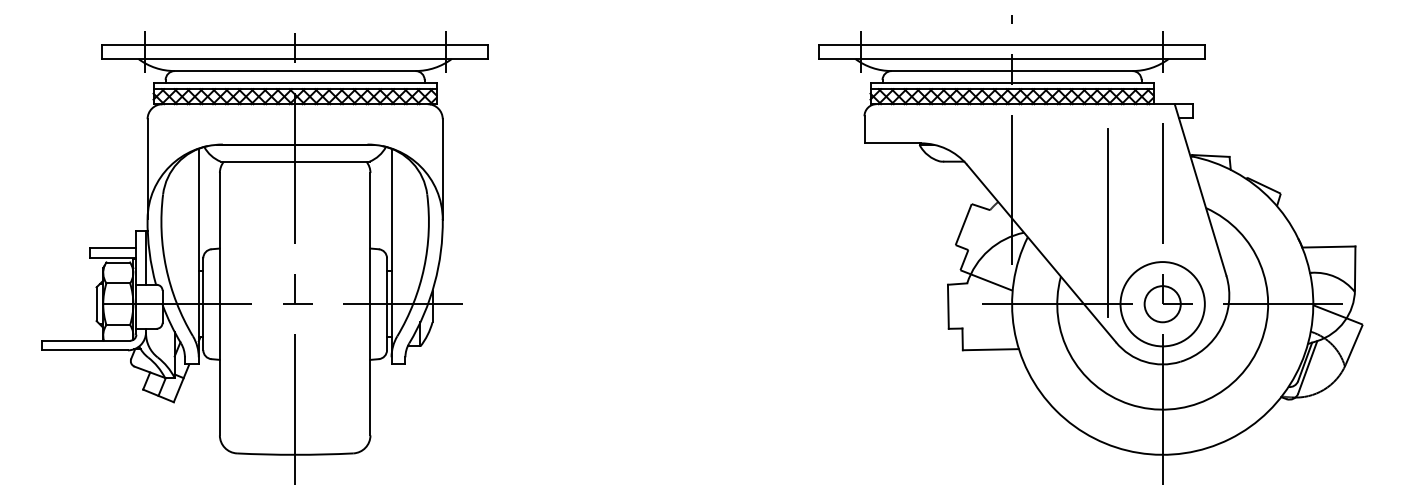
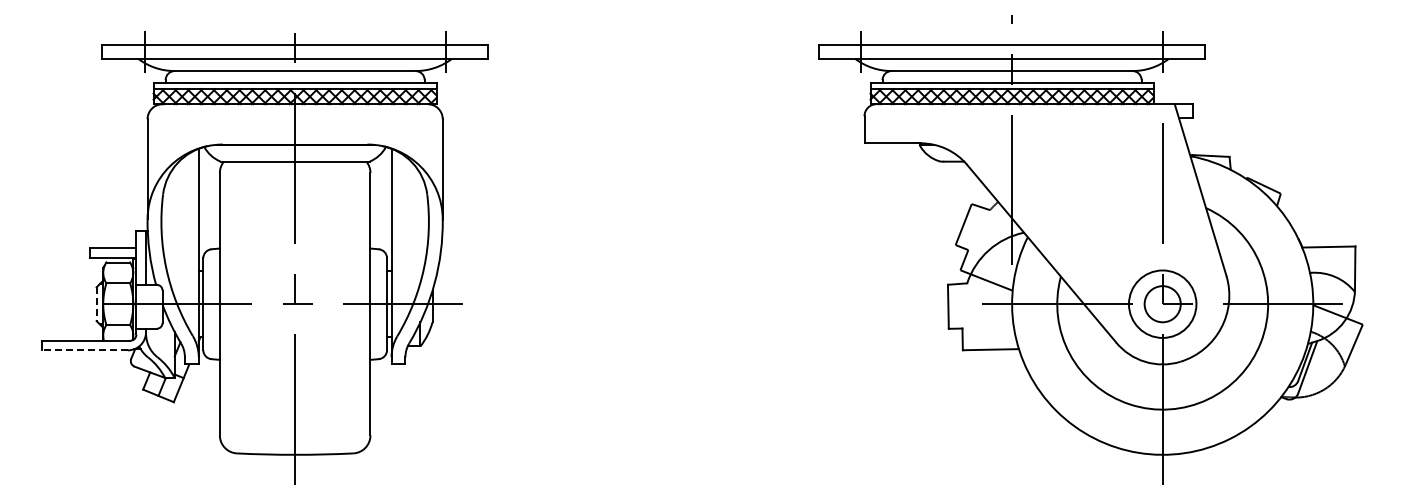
line at (1108, 222): present -> none
line at (96, 304): solid -> dashed
circle at (1162, 304) diameter: 84 px -> 67 px
line at (85, 350): solid -> dashed
